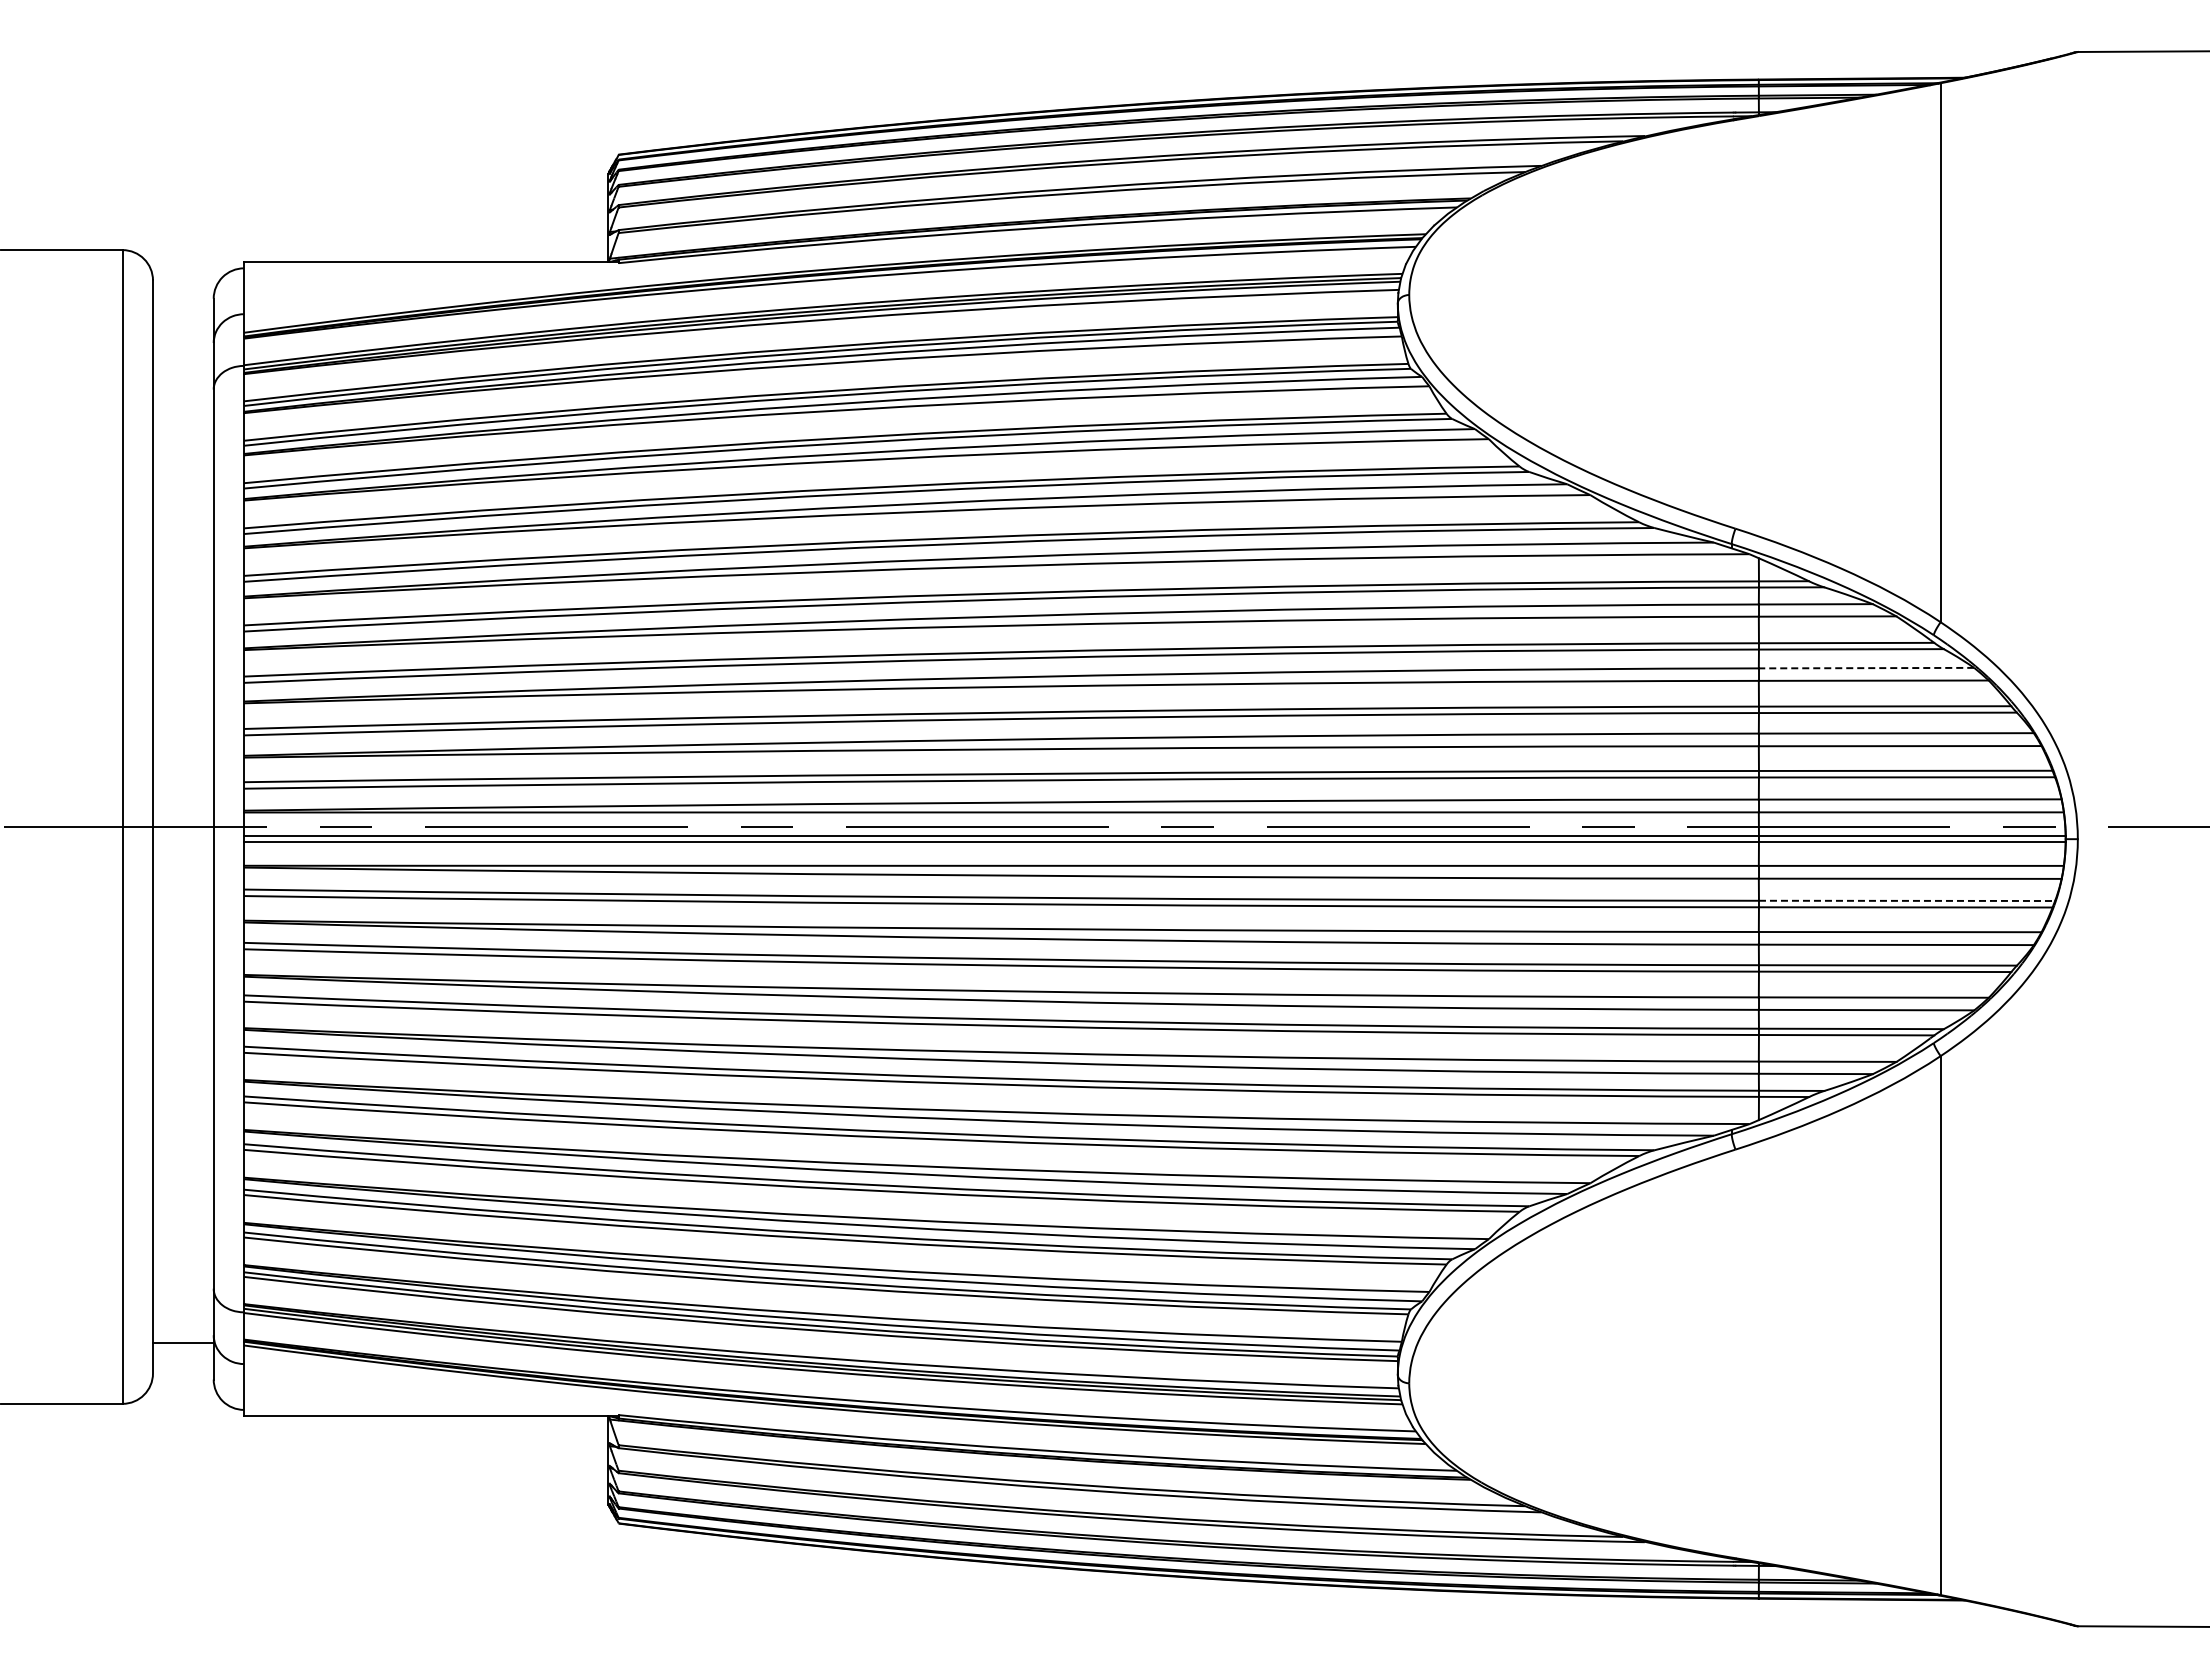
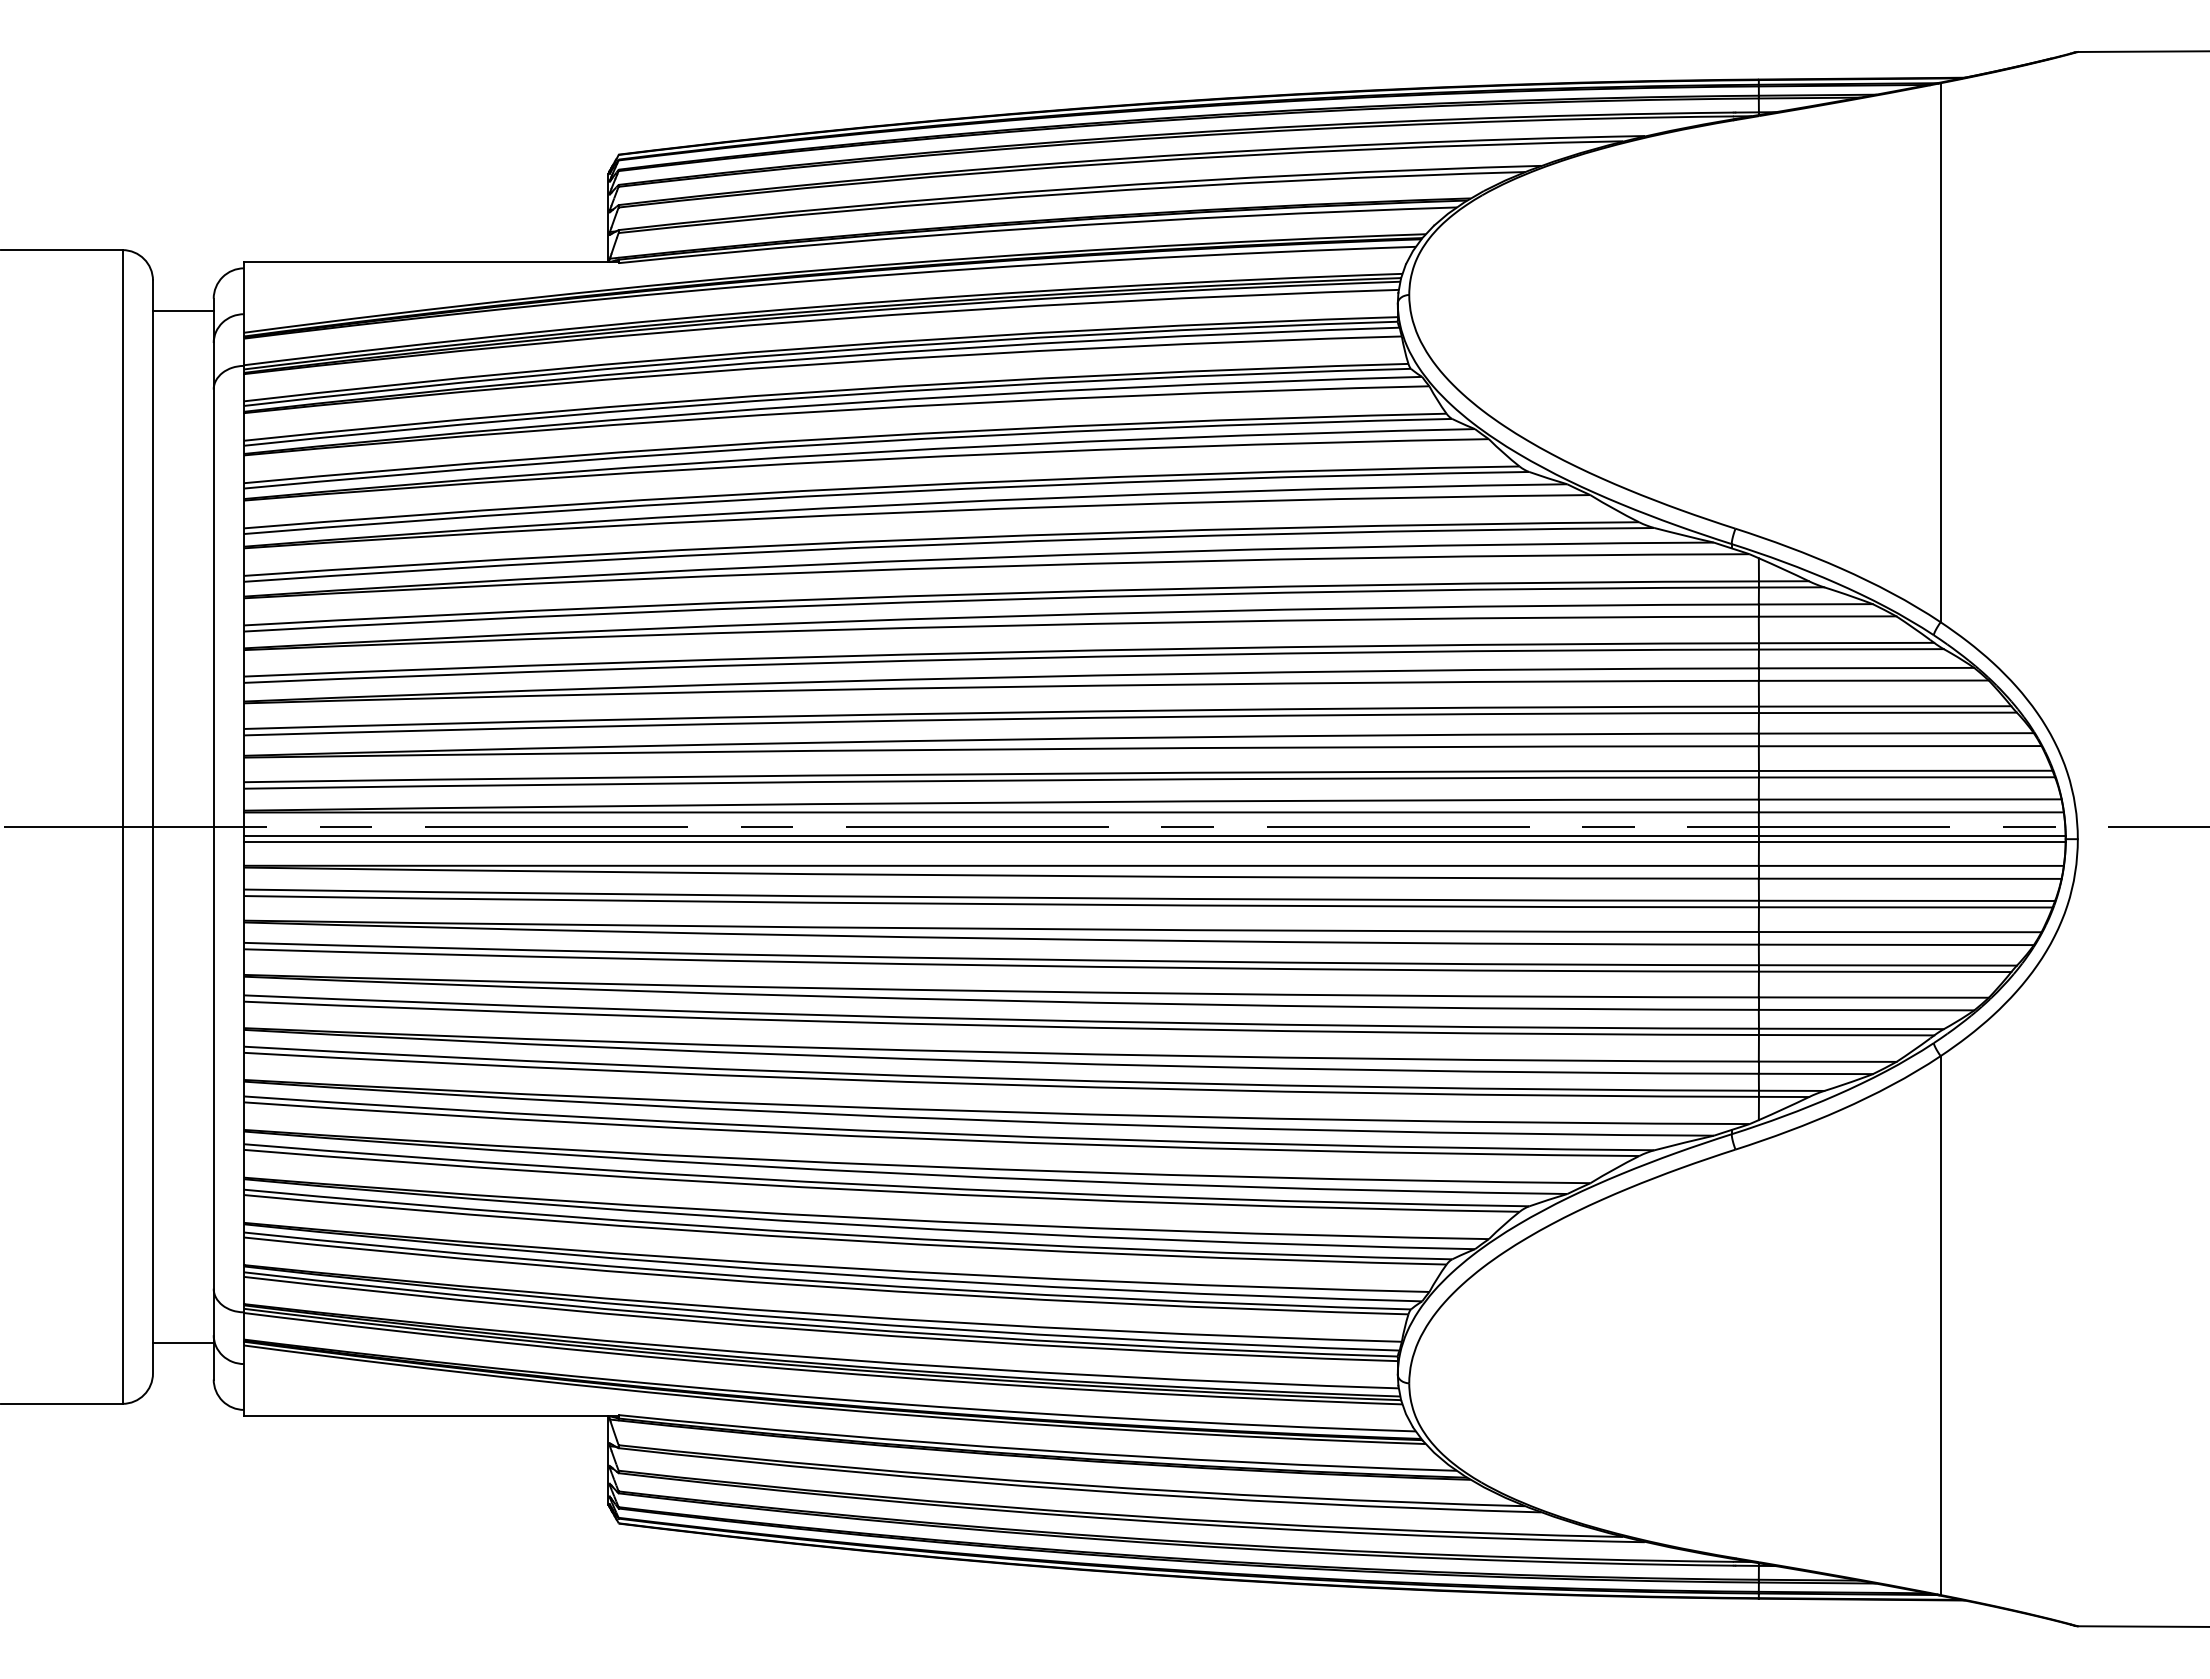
line at (182, 310): none -> present
line at (1866, 668): dashed -> solid
line at (1907, 900): dashed -> solid
